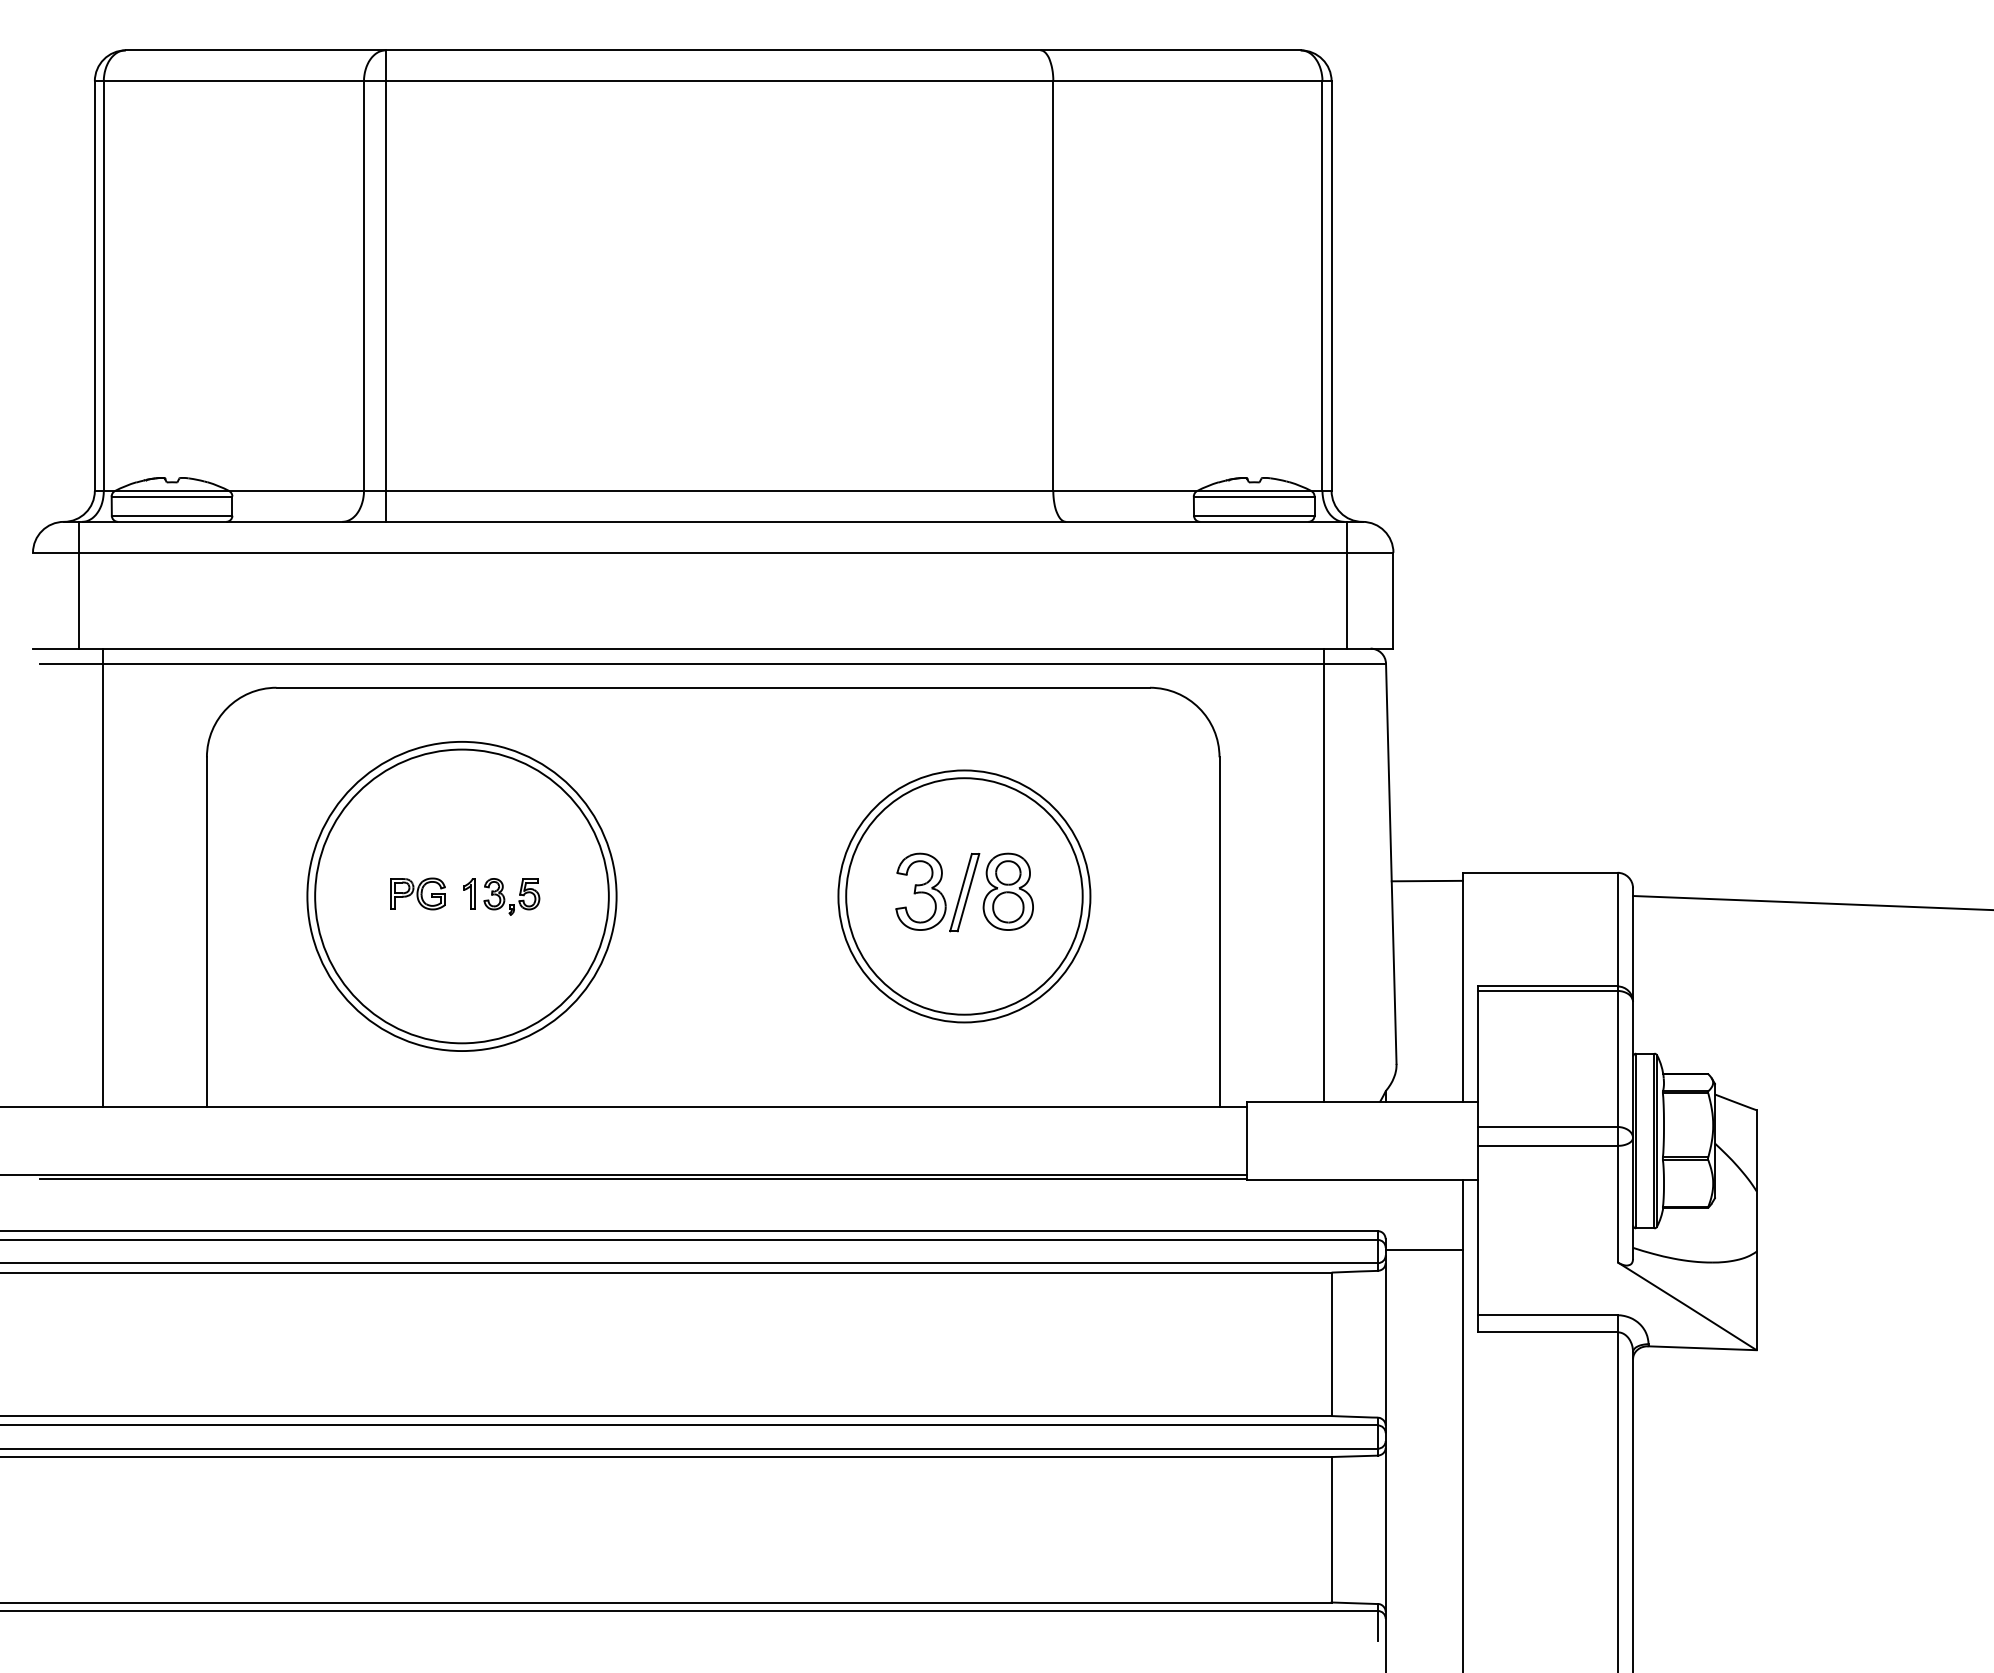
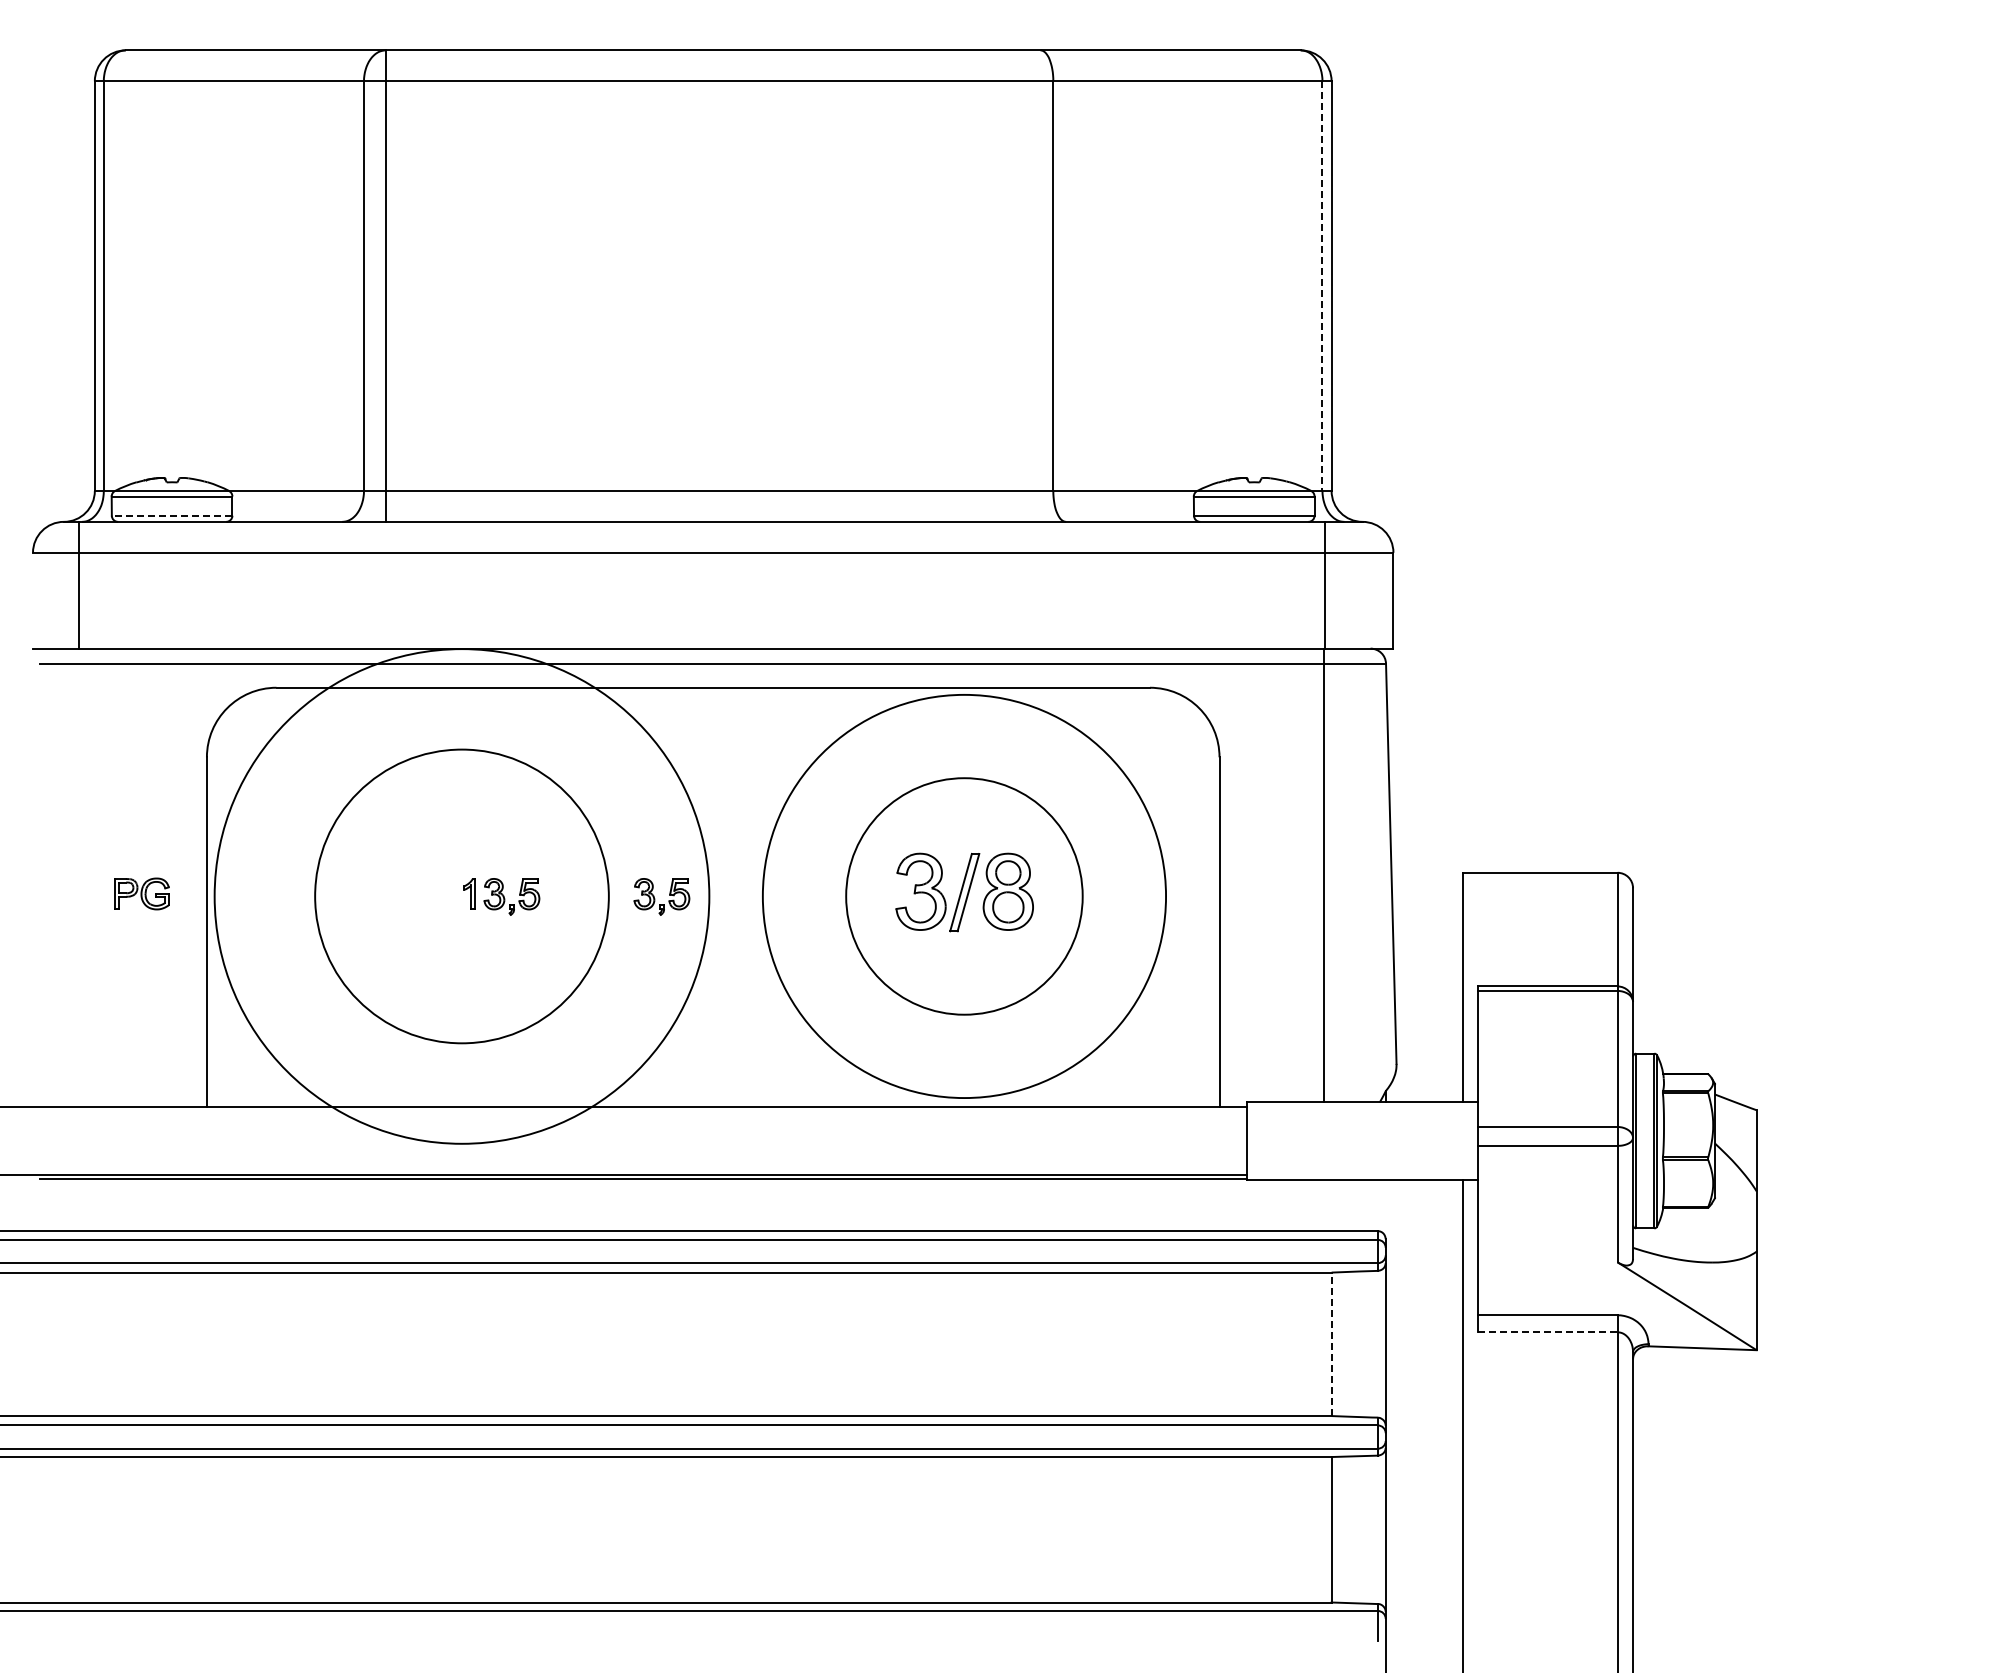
line at (1322, 286): solid -> dashed
line at (171, 515): solid -> dashed
line at (1347, 584) position: (1347, 584) -> (1325, 584)
line at (102, 877): present -> none
line at (1427, 880): present -> none
part at (417, 893) position: (417, 893) -> (141, 893)
circle at (461, 896) diameter: 309 px -> 495 px
circle at (964, 896) diameter: 252 px -> 403 px
part at (655, 898): none -> present
line at (1811, 903): present -> none
line at (1424, 1250): present -> none
line at (1548, 1332): solid -> dashed
line at (1331, 1344): solid -> dashed
